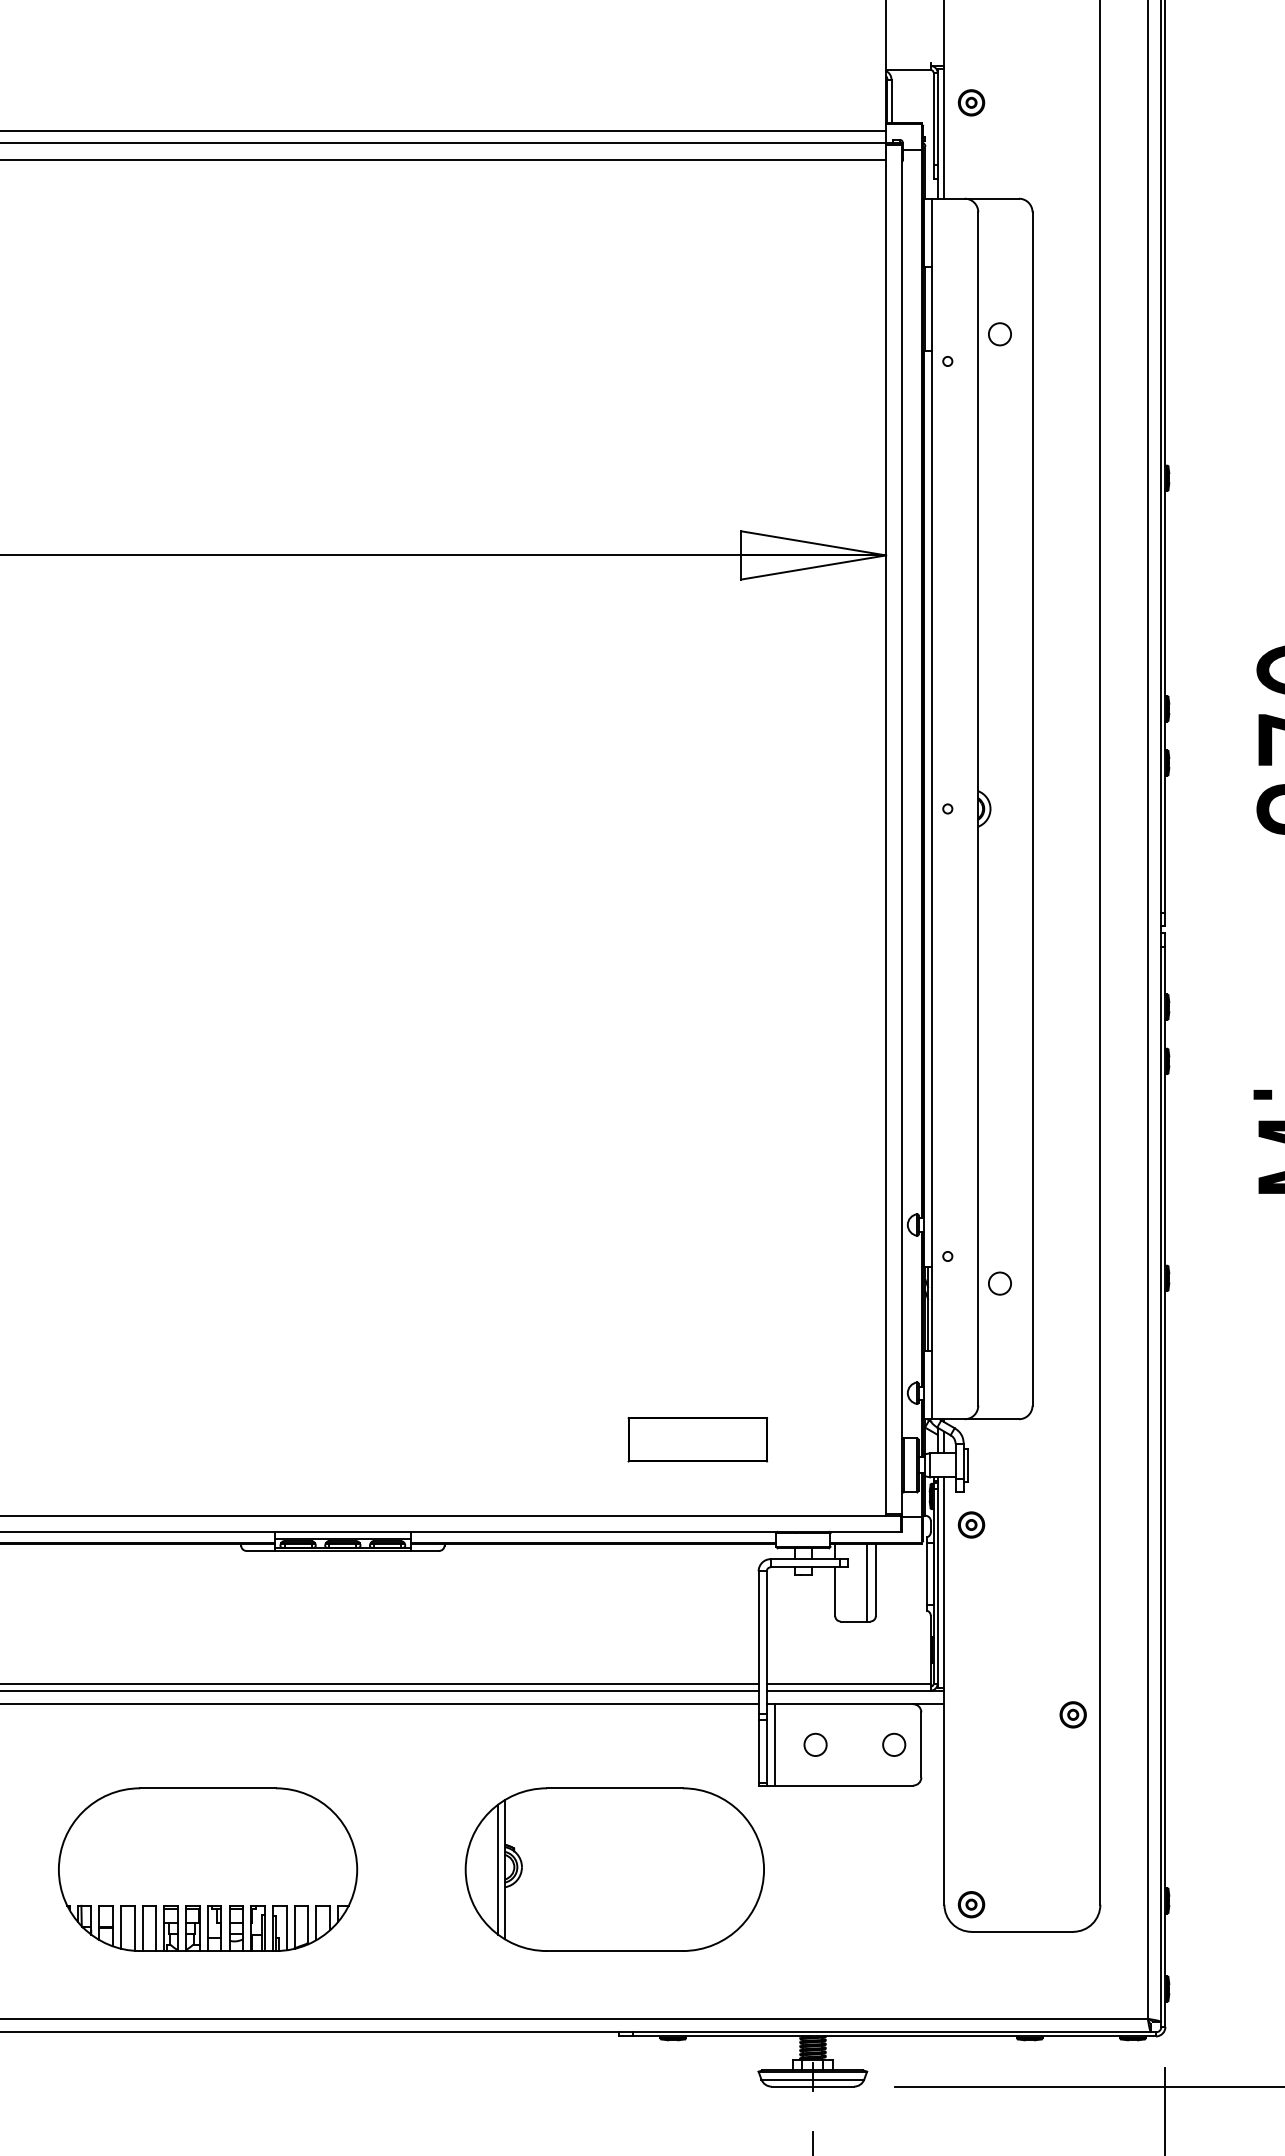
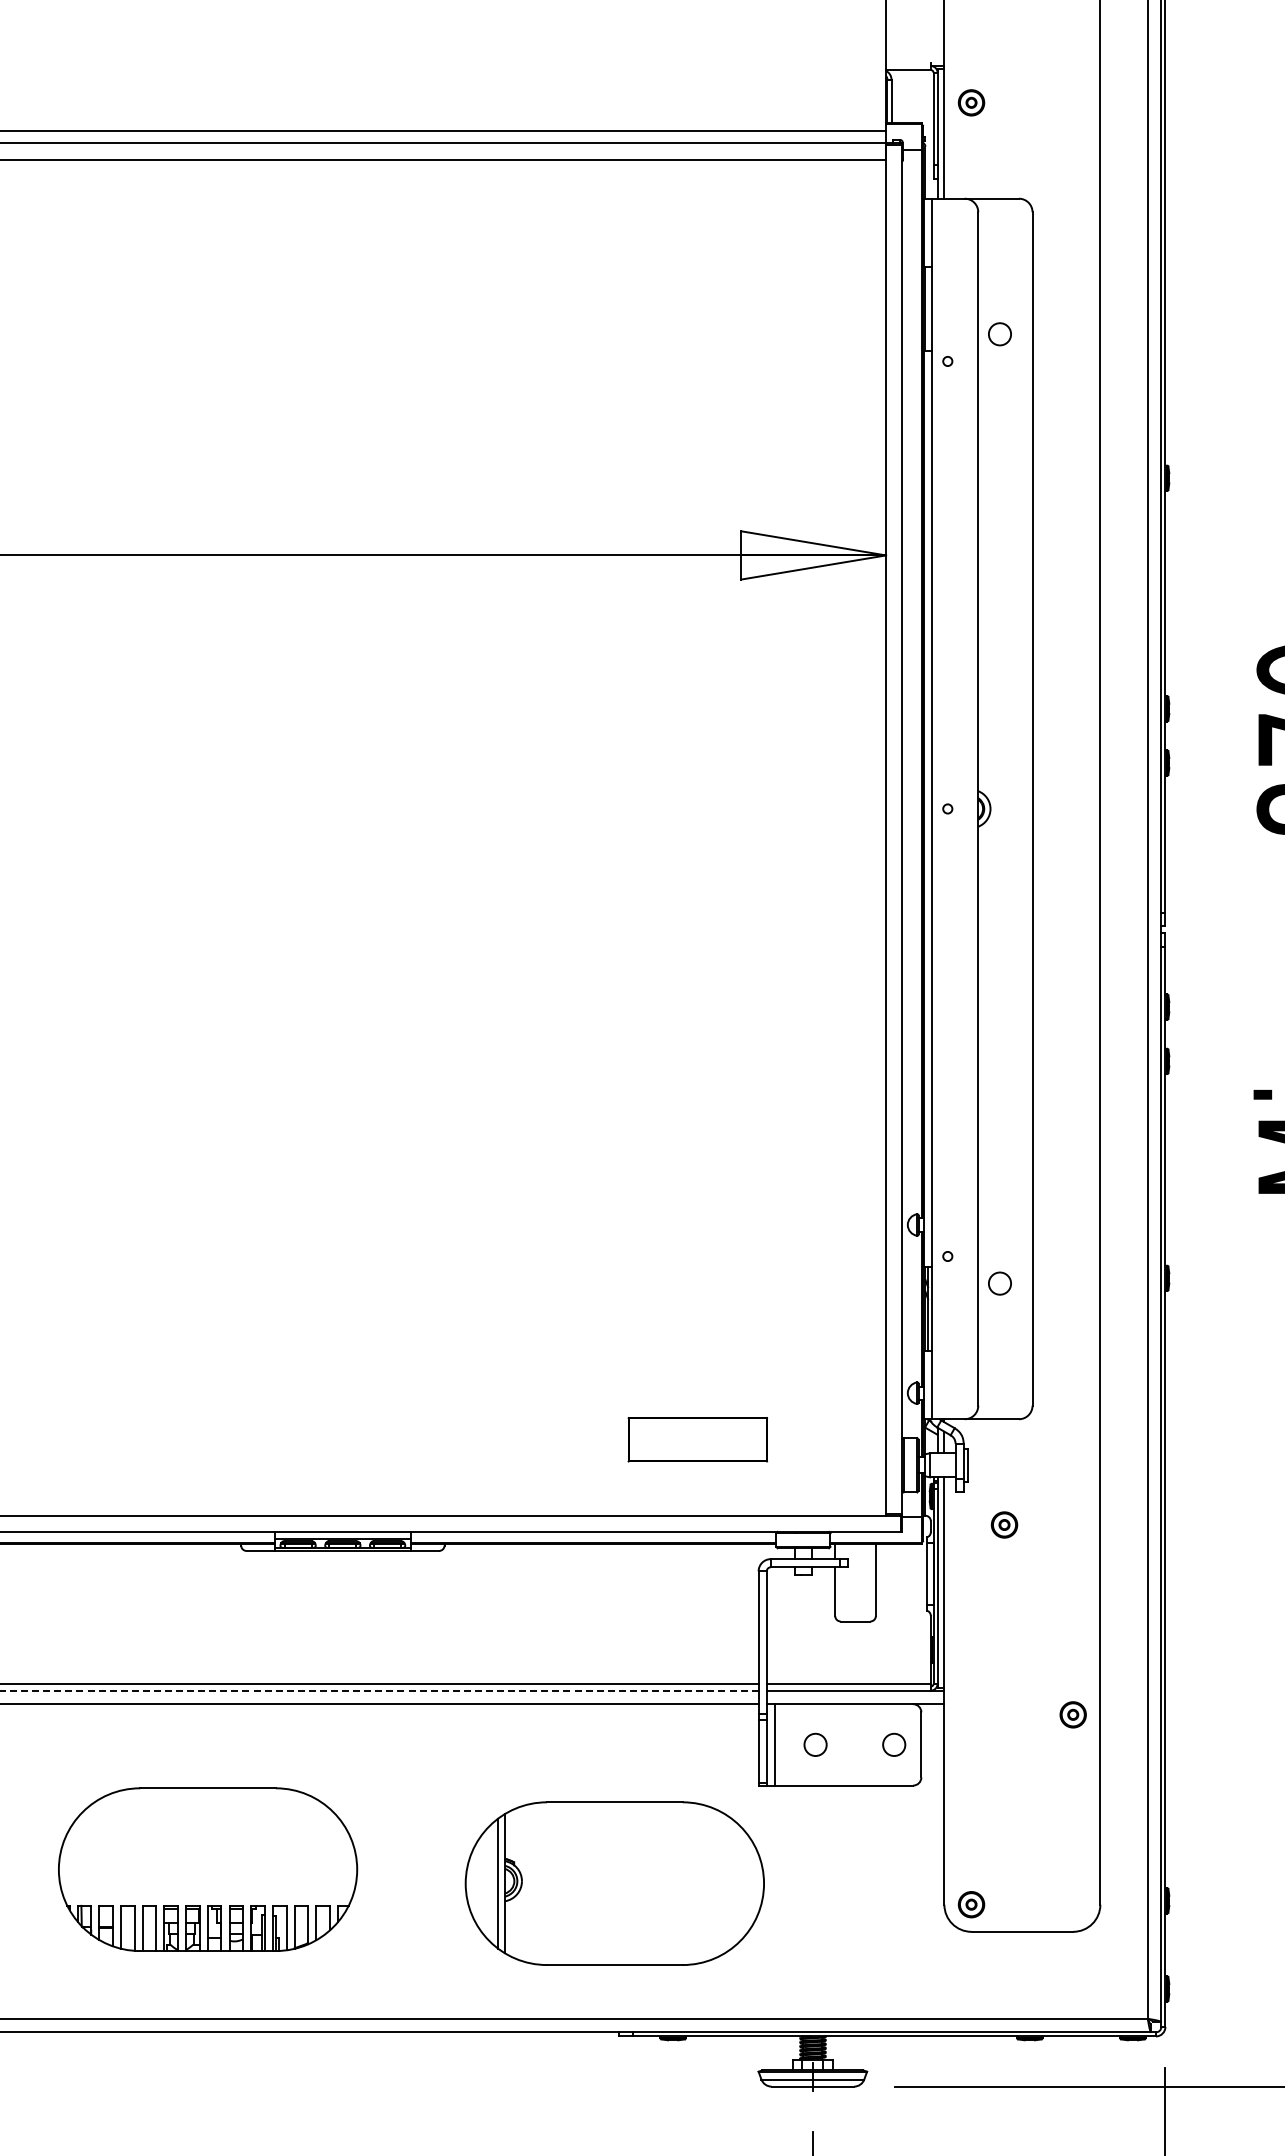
part at (971, 1524) position: (971, 1524) -> (1004, 1524)
line at (867, 1582): present -> none
line at (379, 1690): solid -> dashed
part at (614, 1869) position: (614, 1869) -> (614, 1883)
